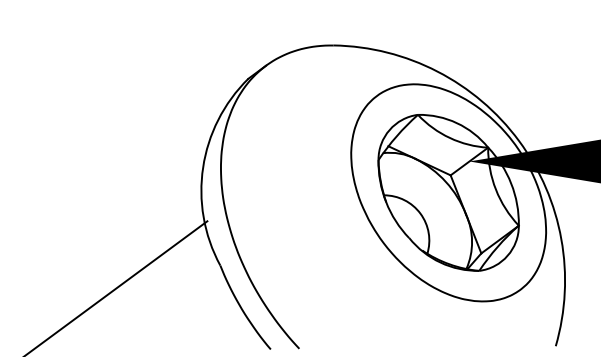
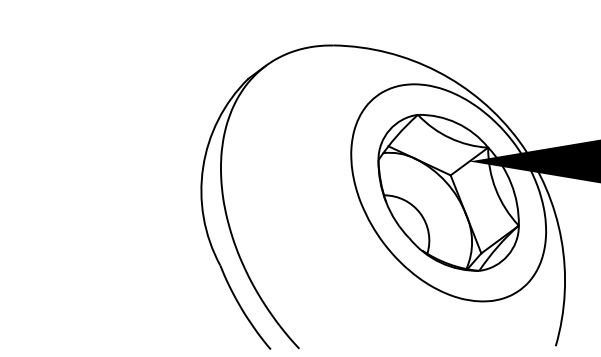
line at (117, 287): present -> none
